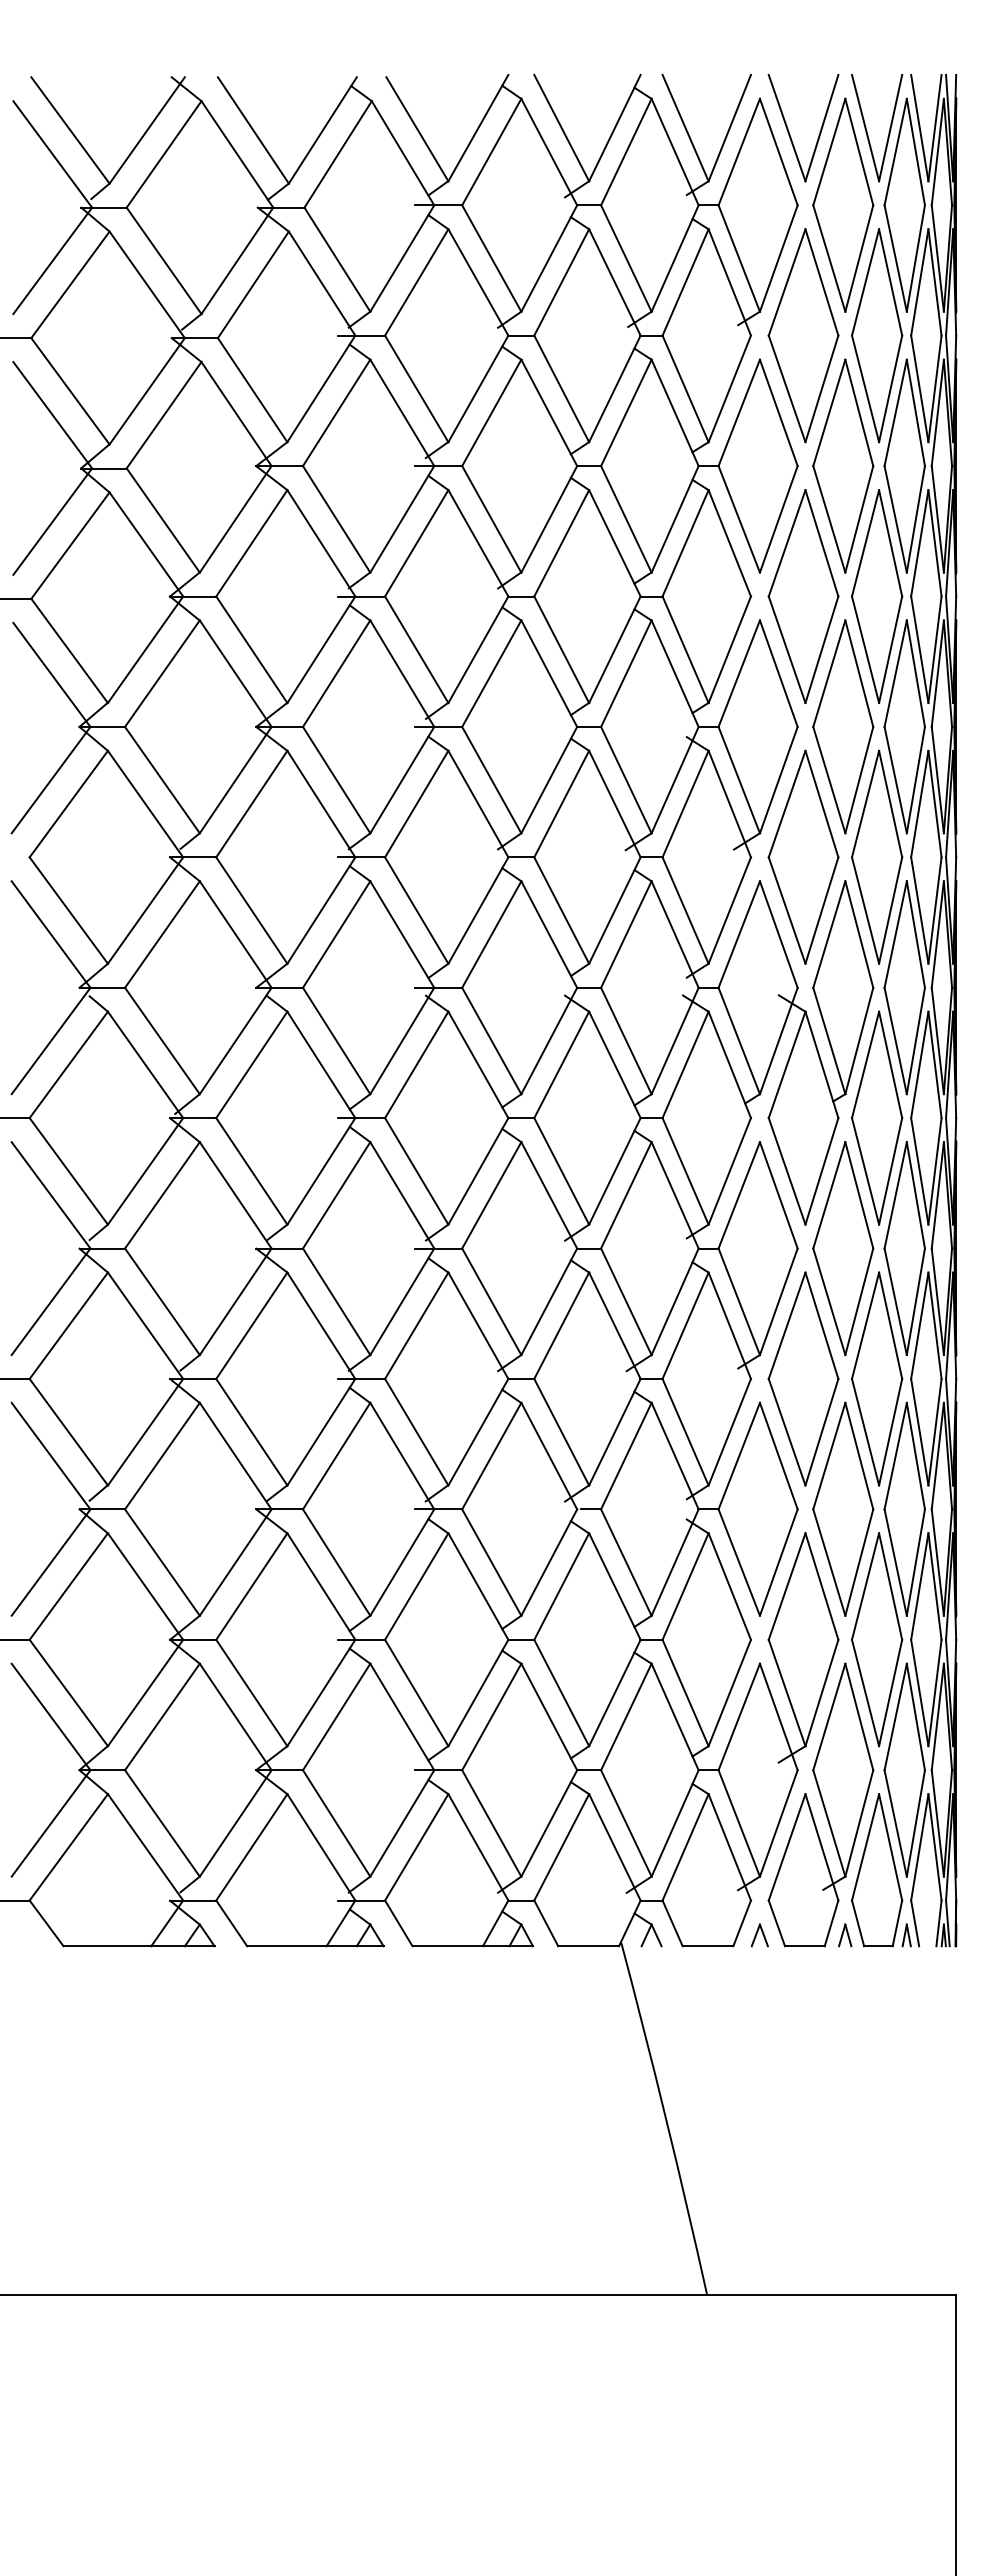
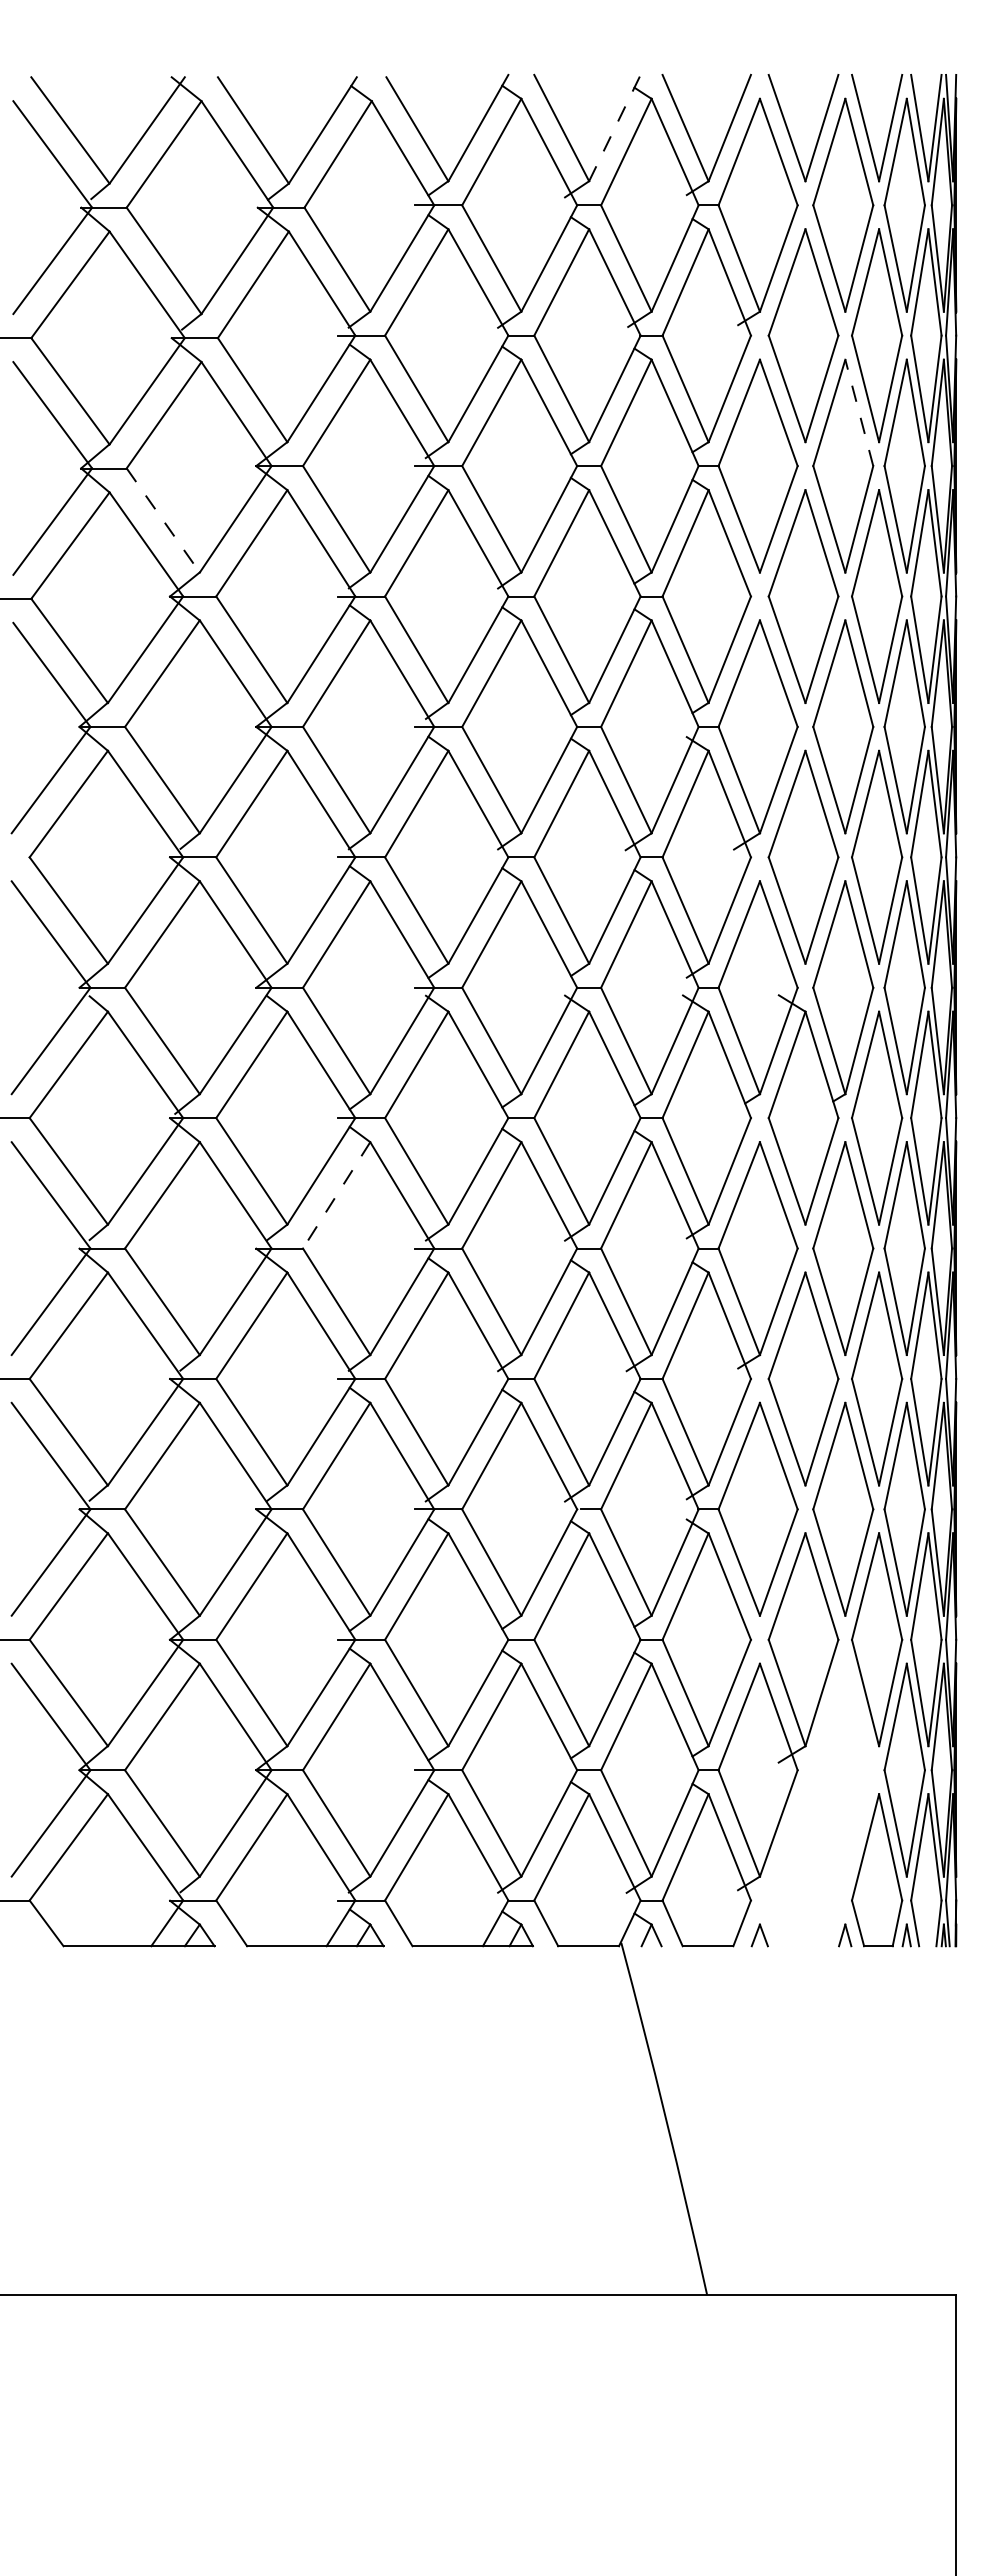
line at (615, 127): solid -> dashed
line at (859, 412): solid -> dashed
line at (163, 520): solid -> dashed
line at (336, 1195): solid -> dashed
part at (820, 1804): present -> none
